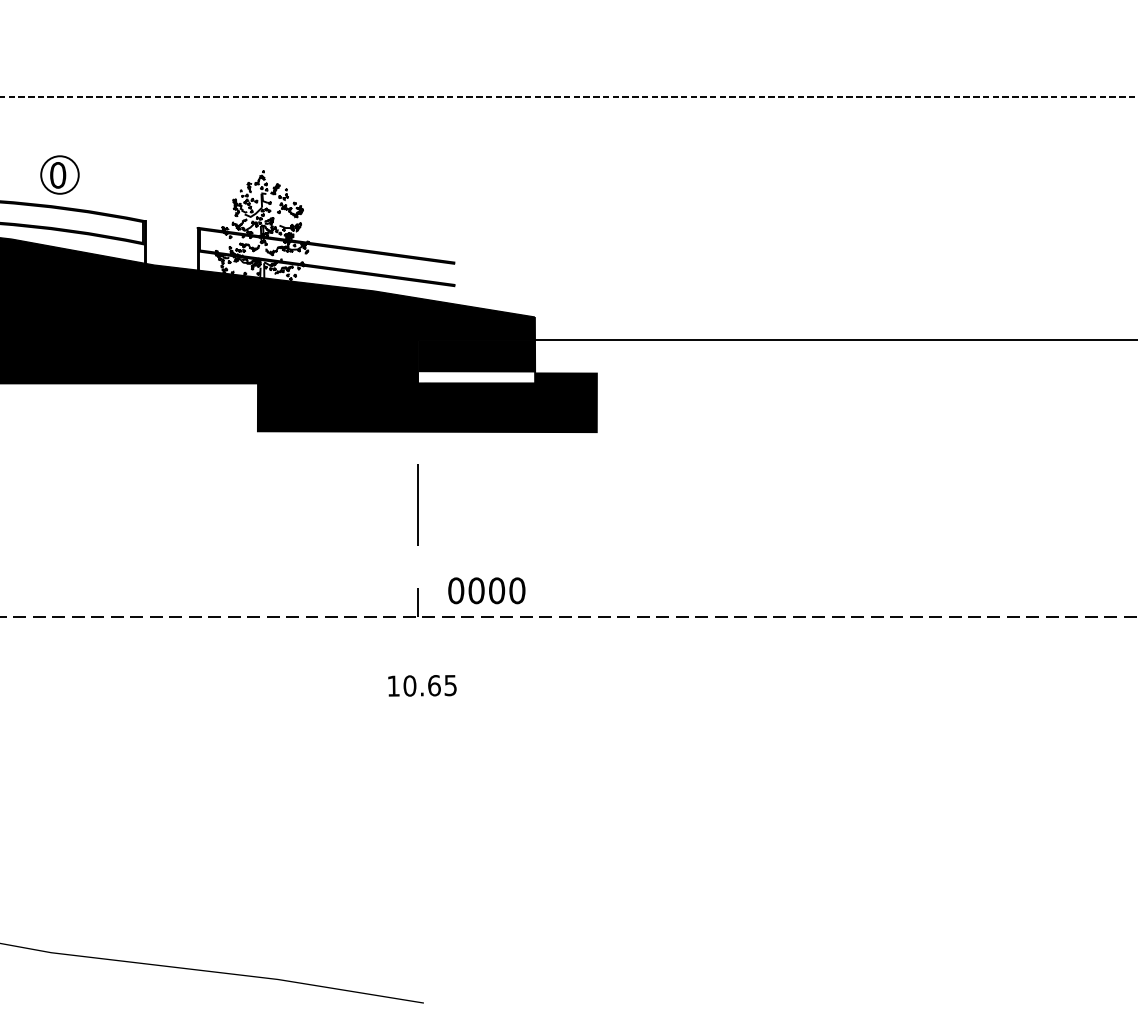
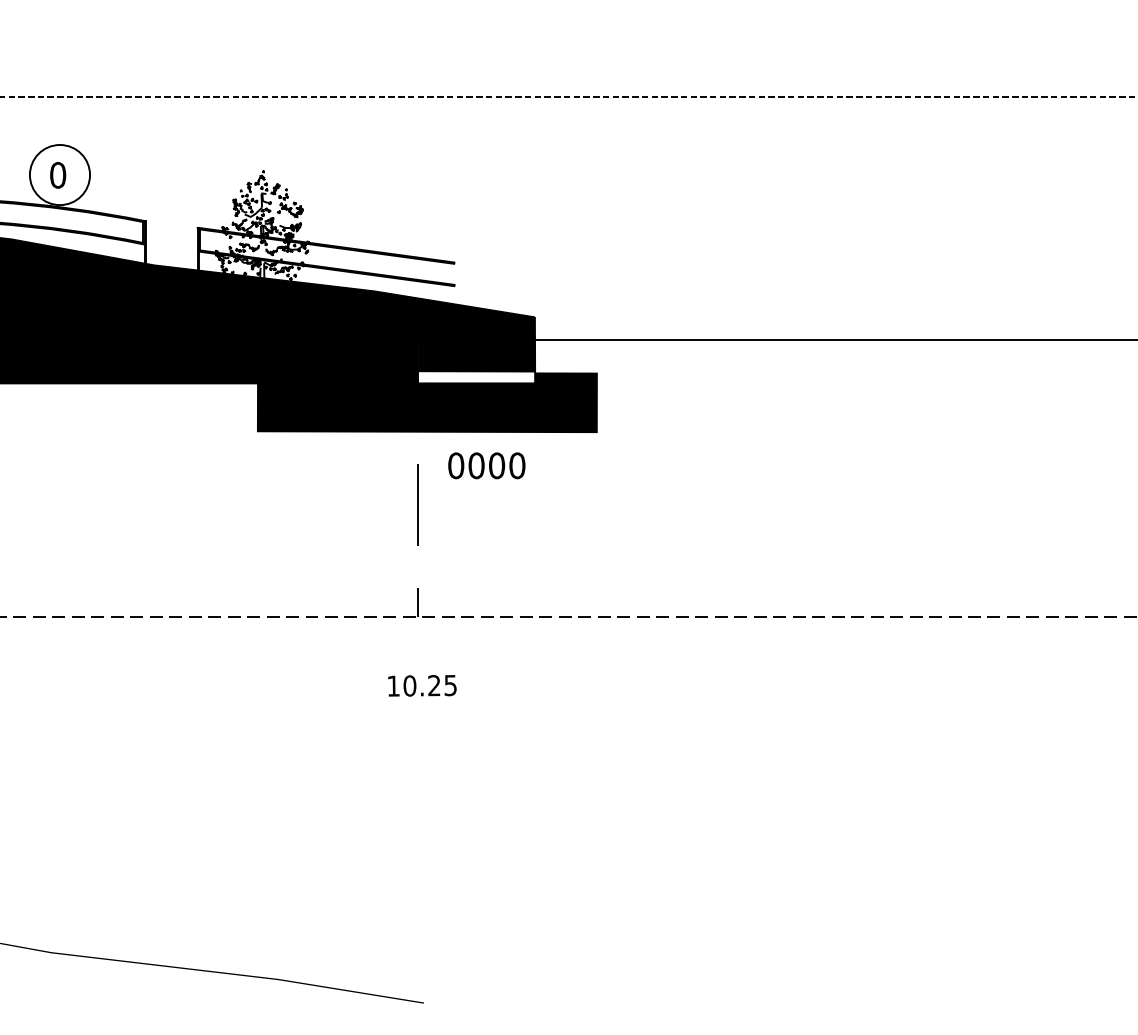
circle at (59, 174) diameter: 38 px -> 60 px
text at (486, 590) position: (486, 590) -> (486, 465)
text at (434, 685): 10.65 -> 10.25
